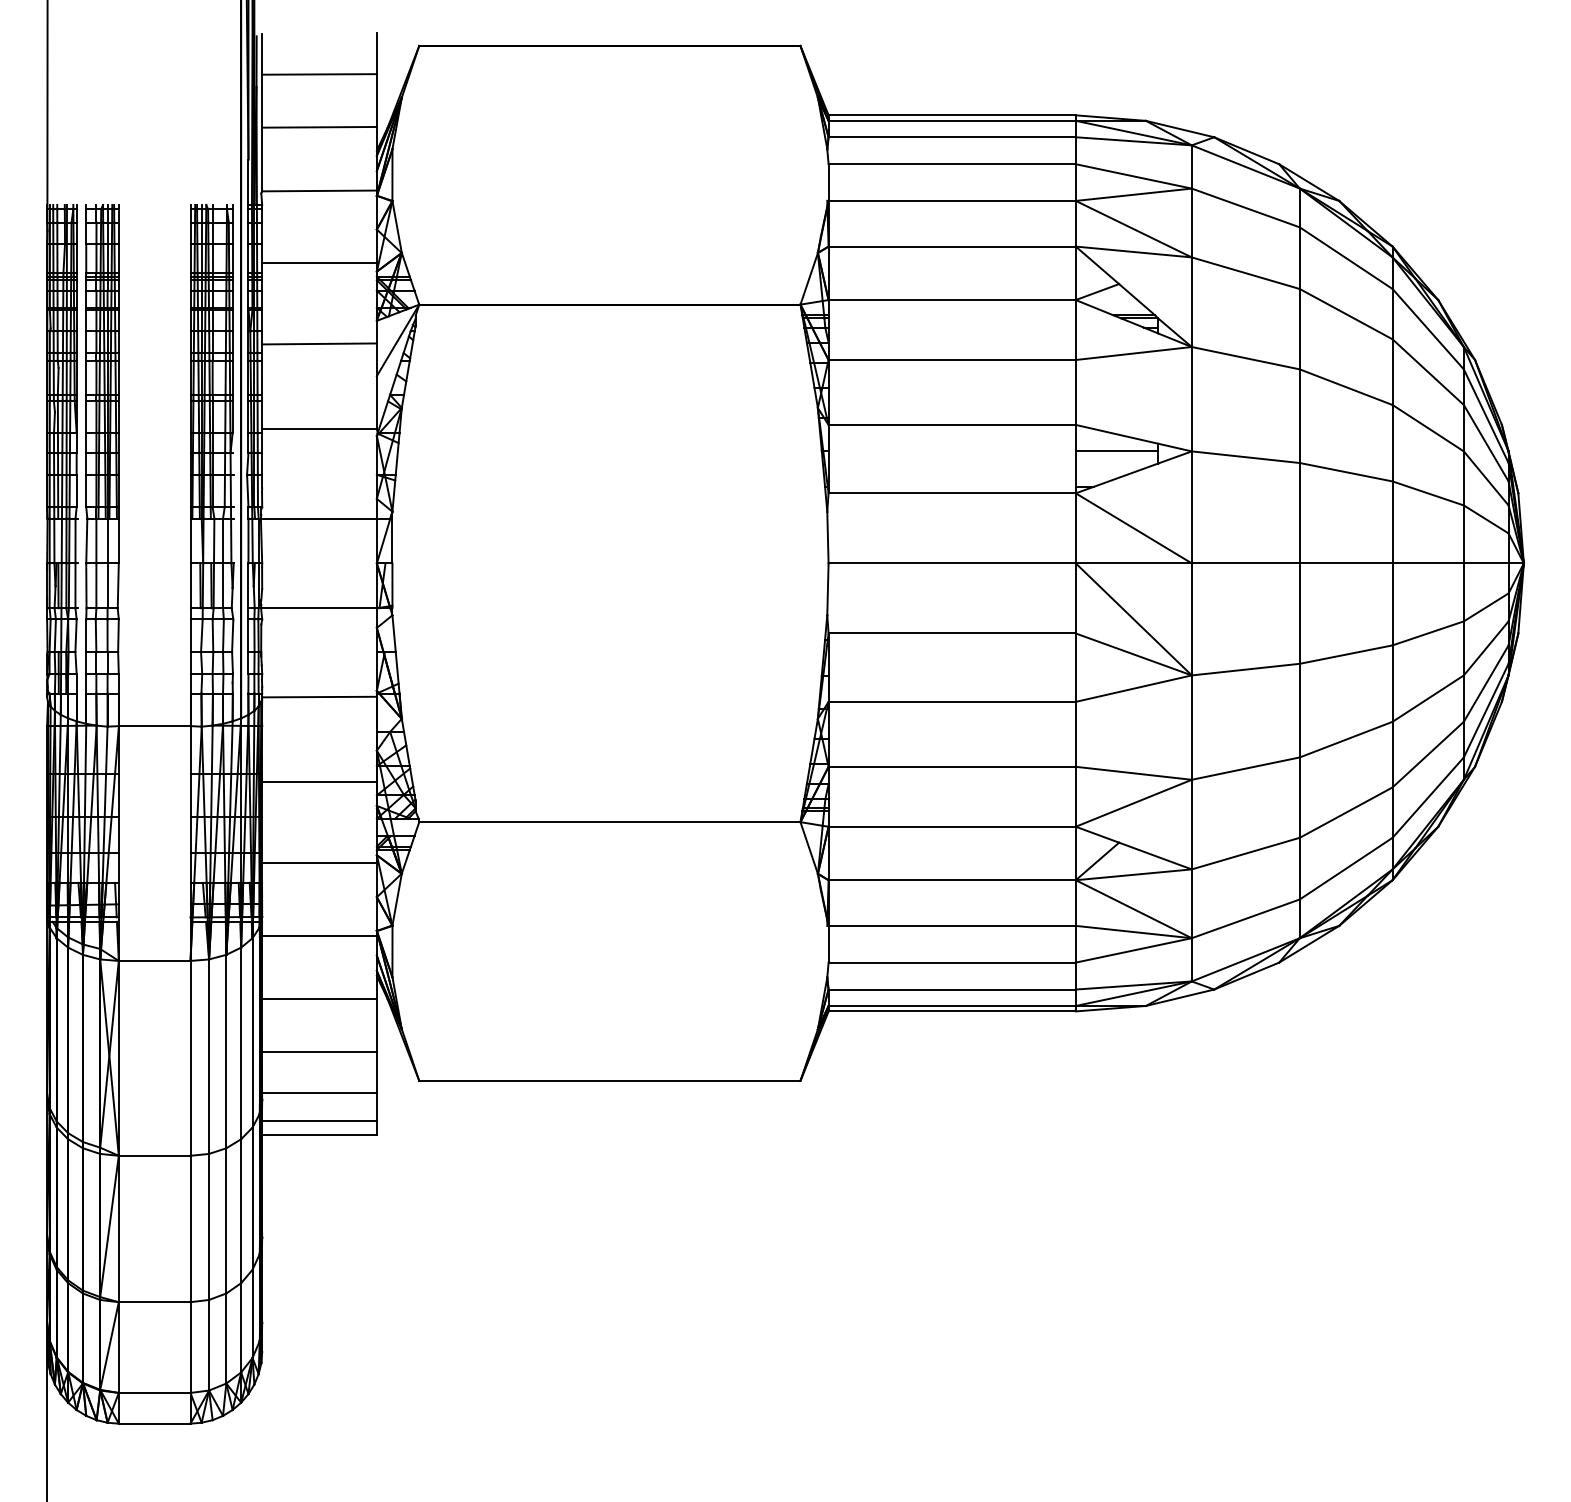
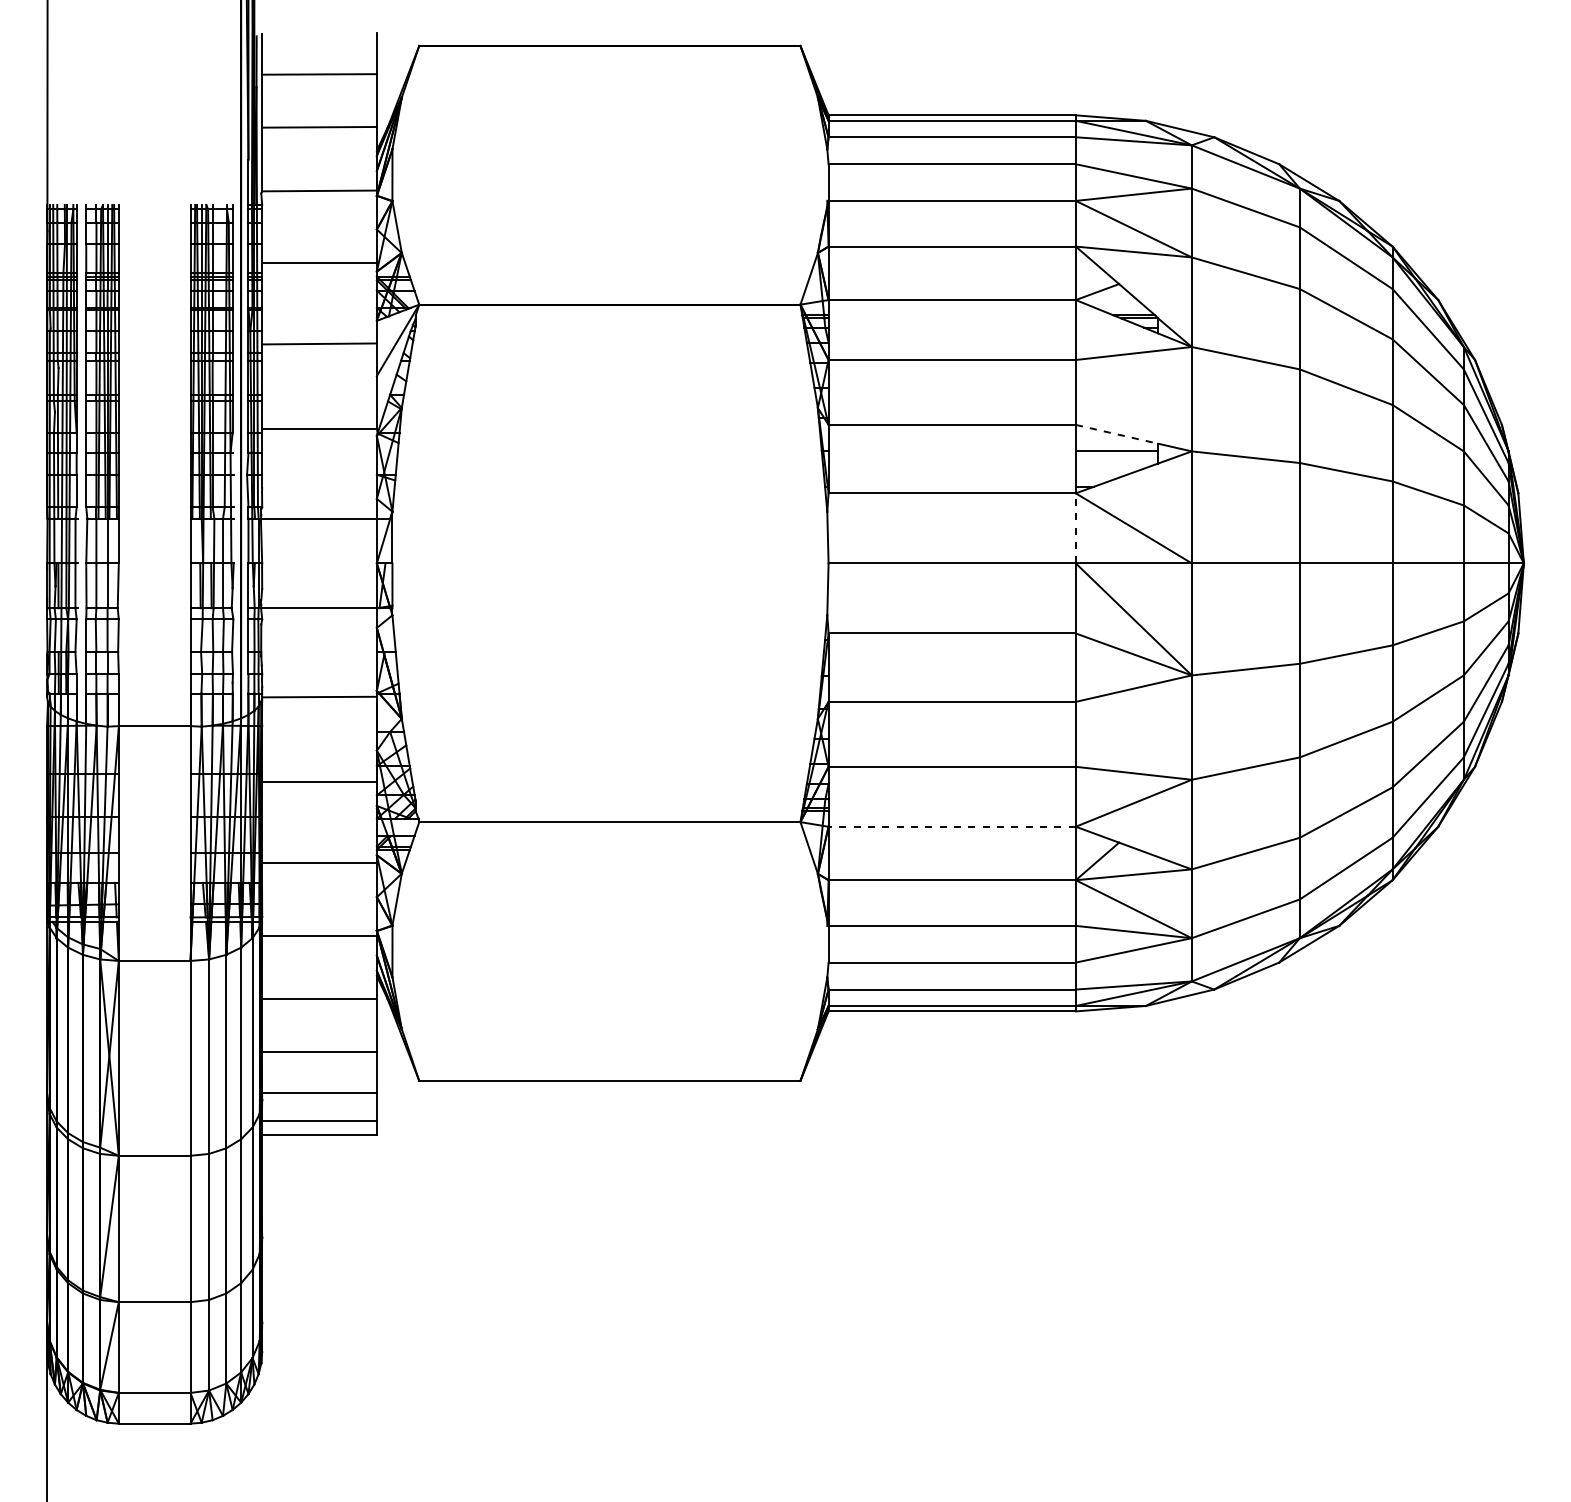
line at (1117, 434): solid -> dashed
line at (1075, 527): solid -> dashed
line at (952, 826): solid -> dashed
